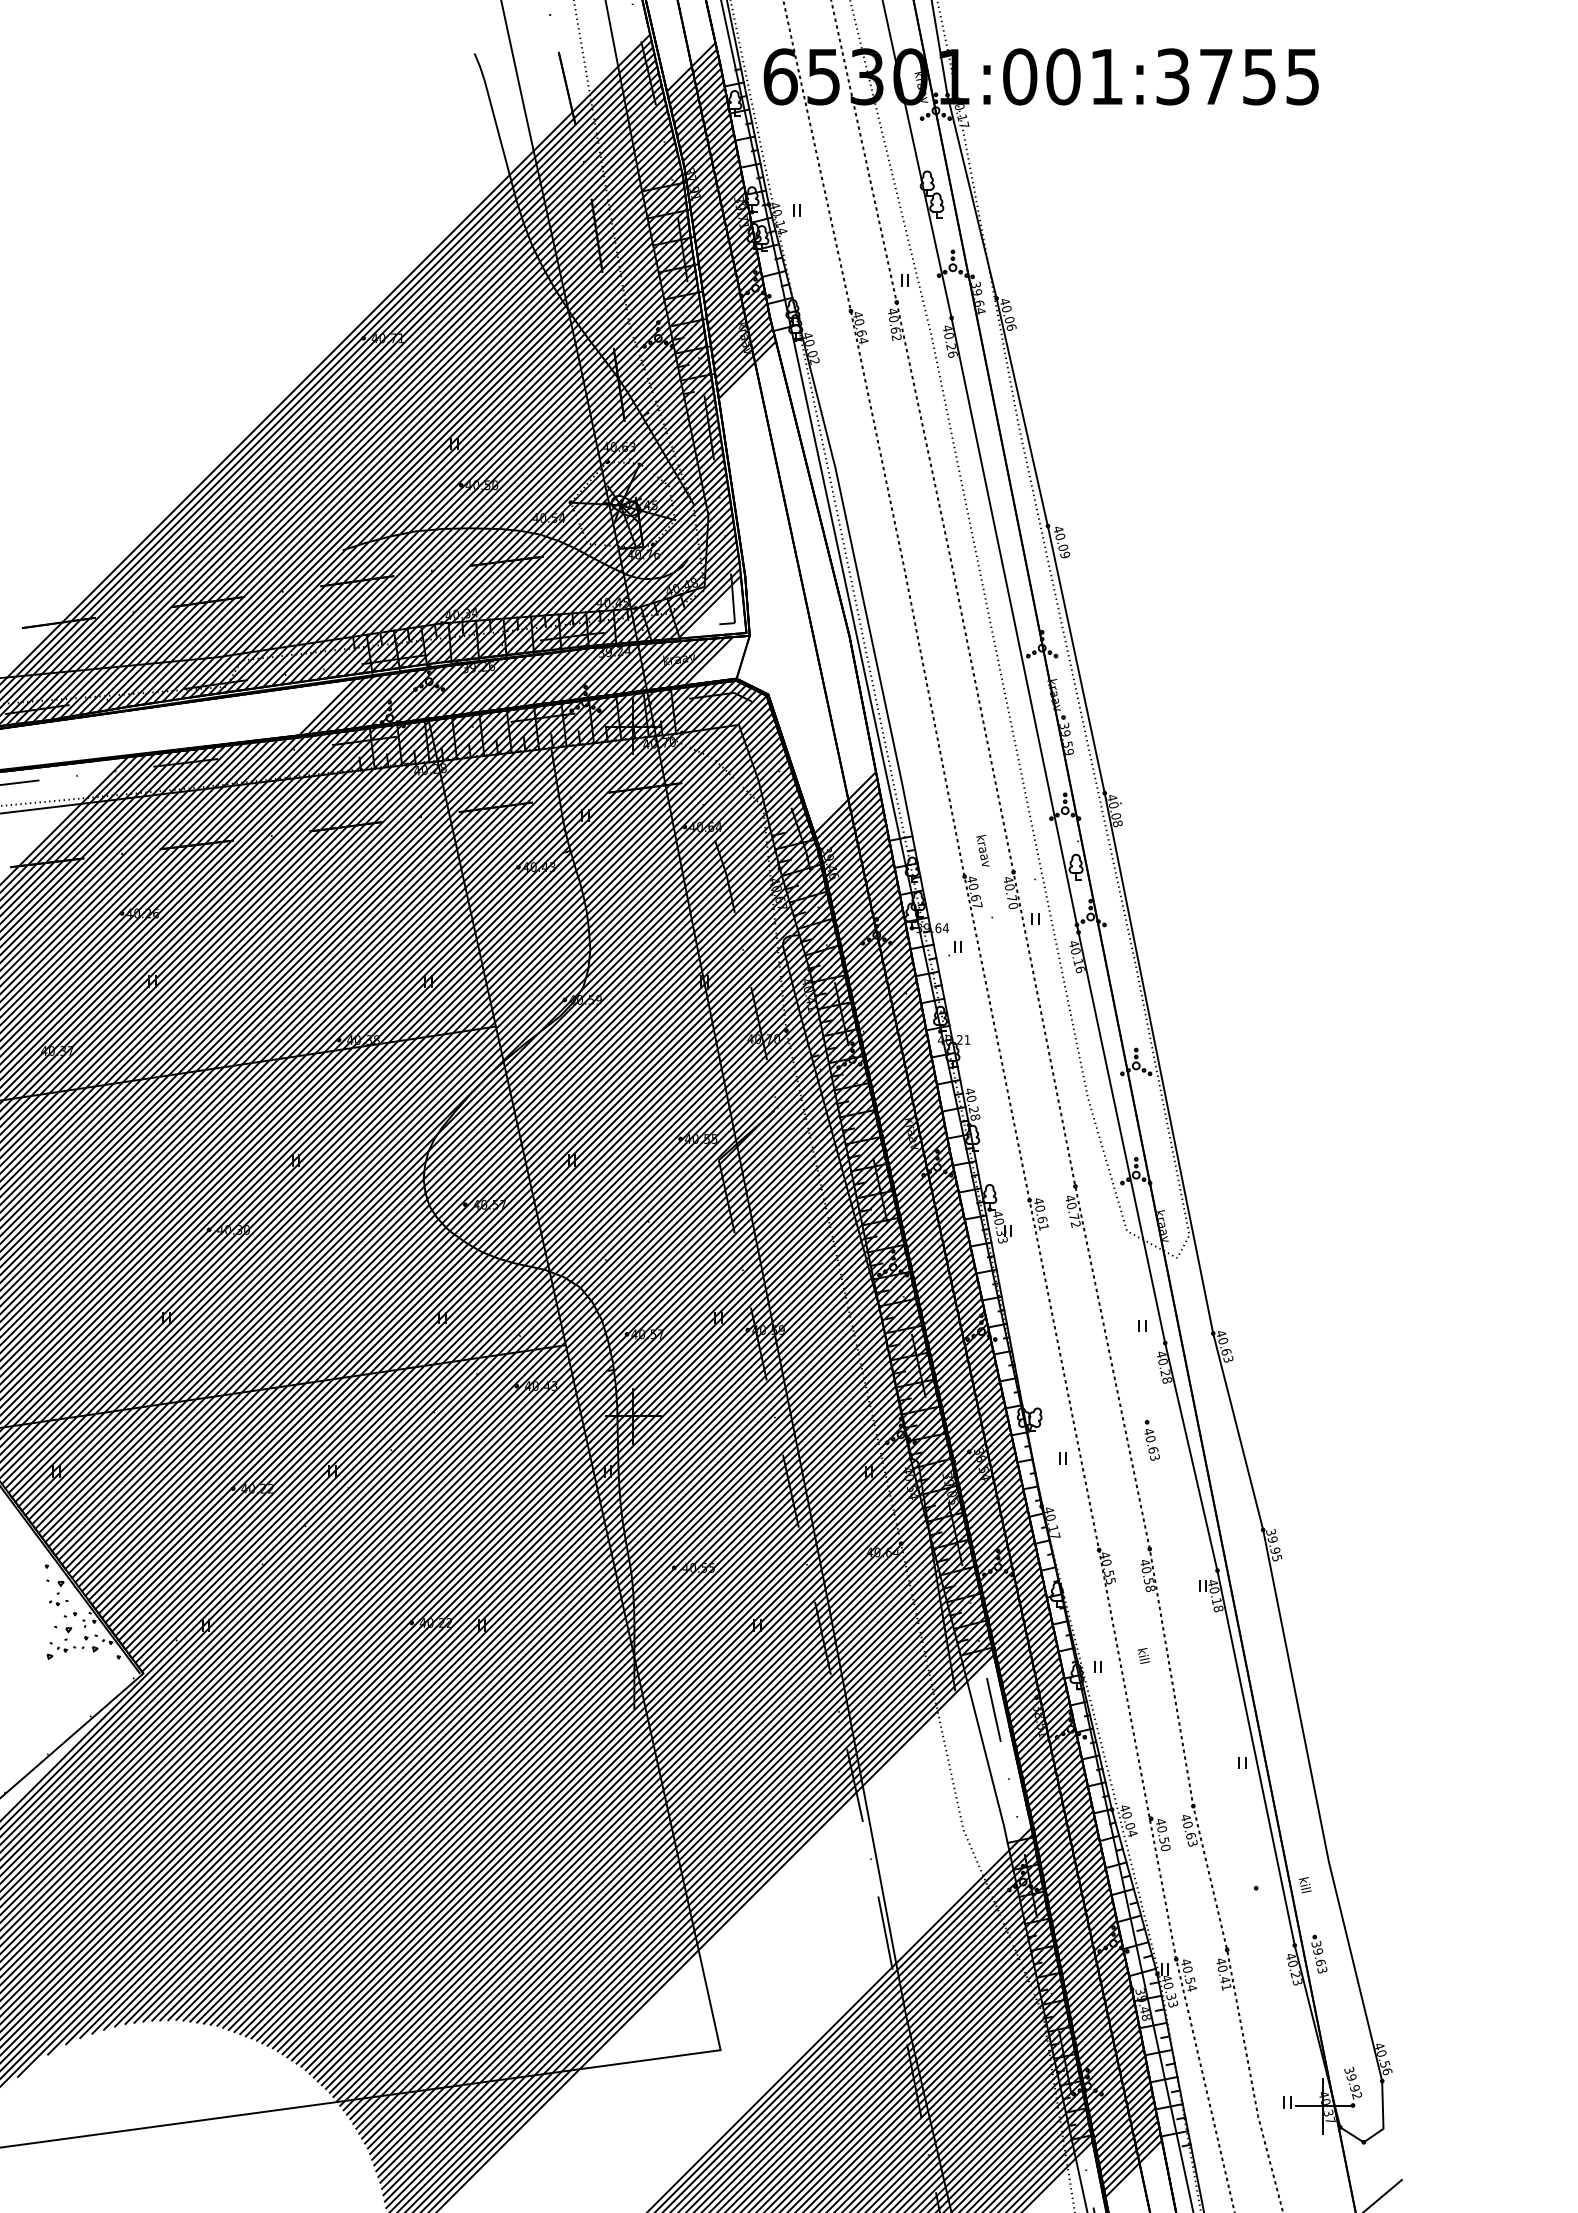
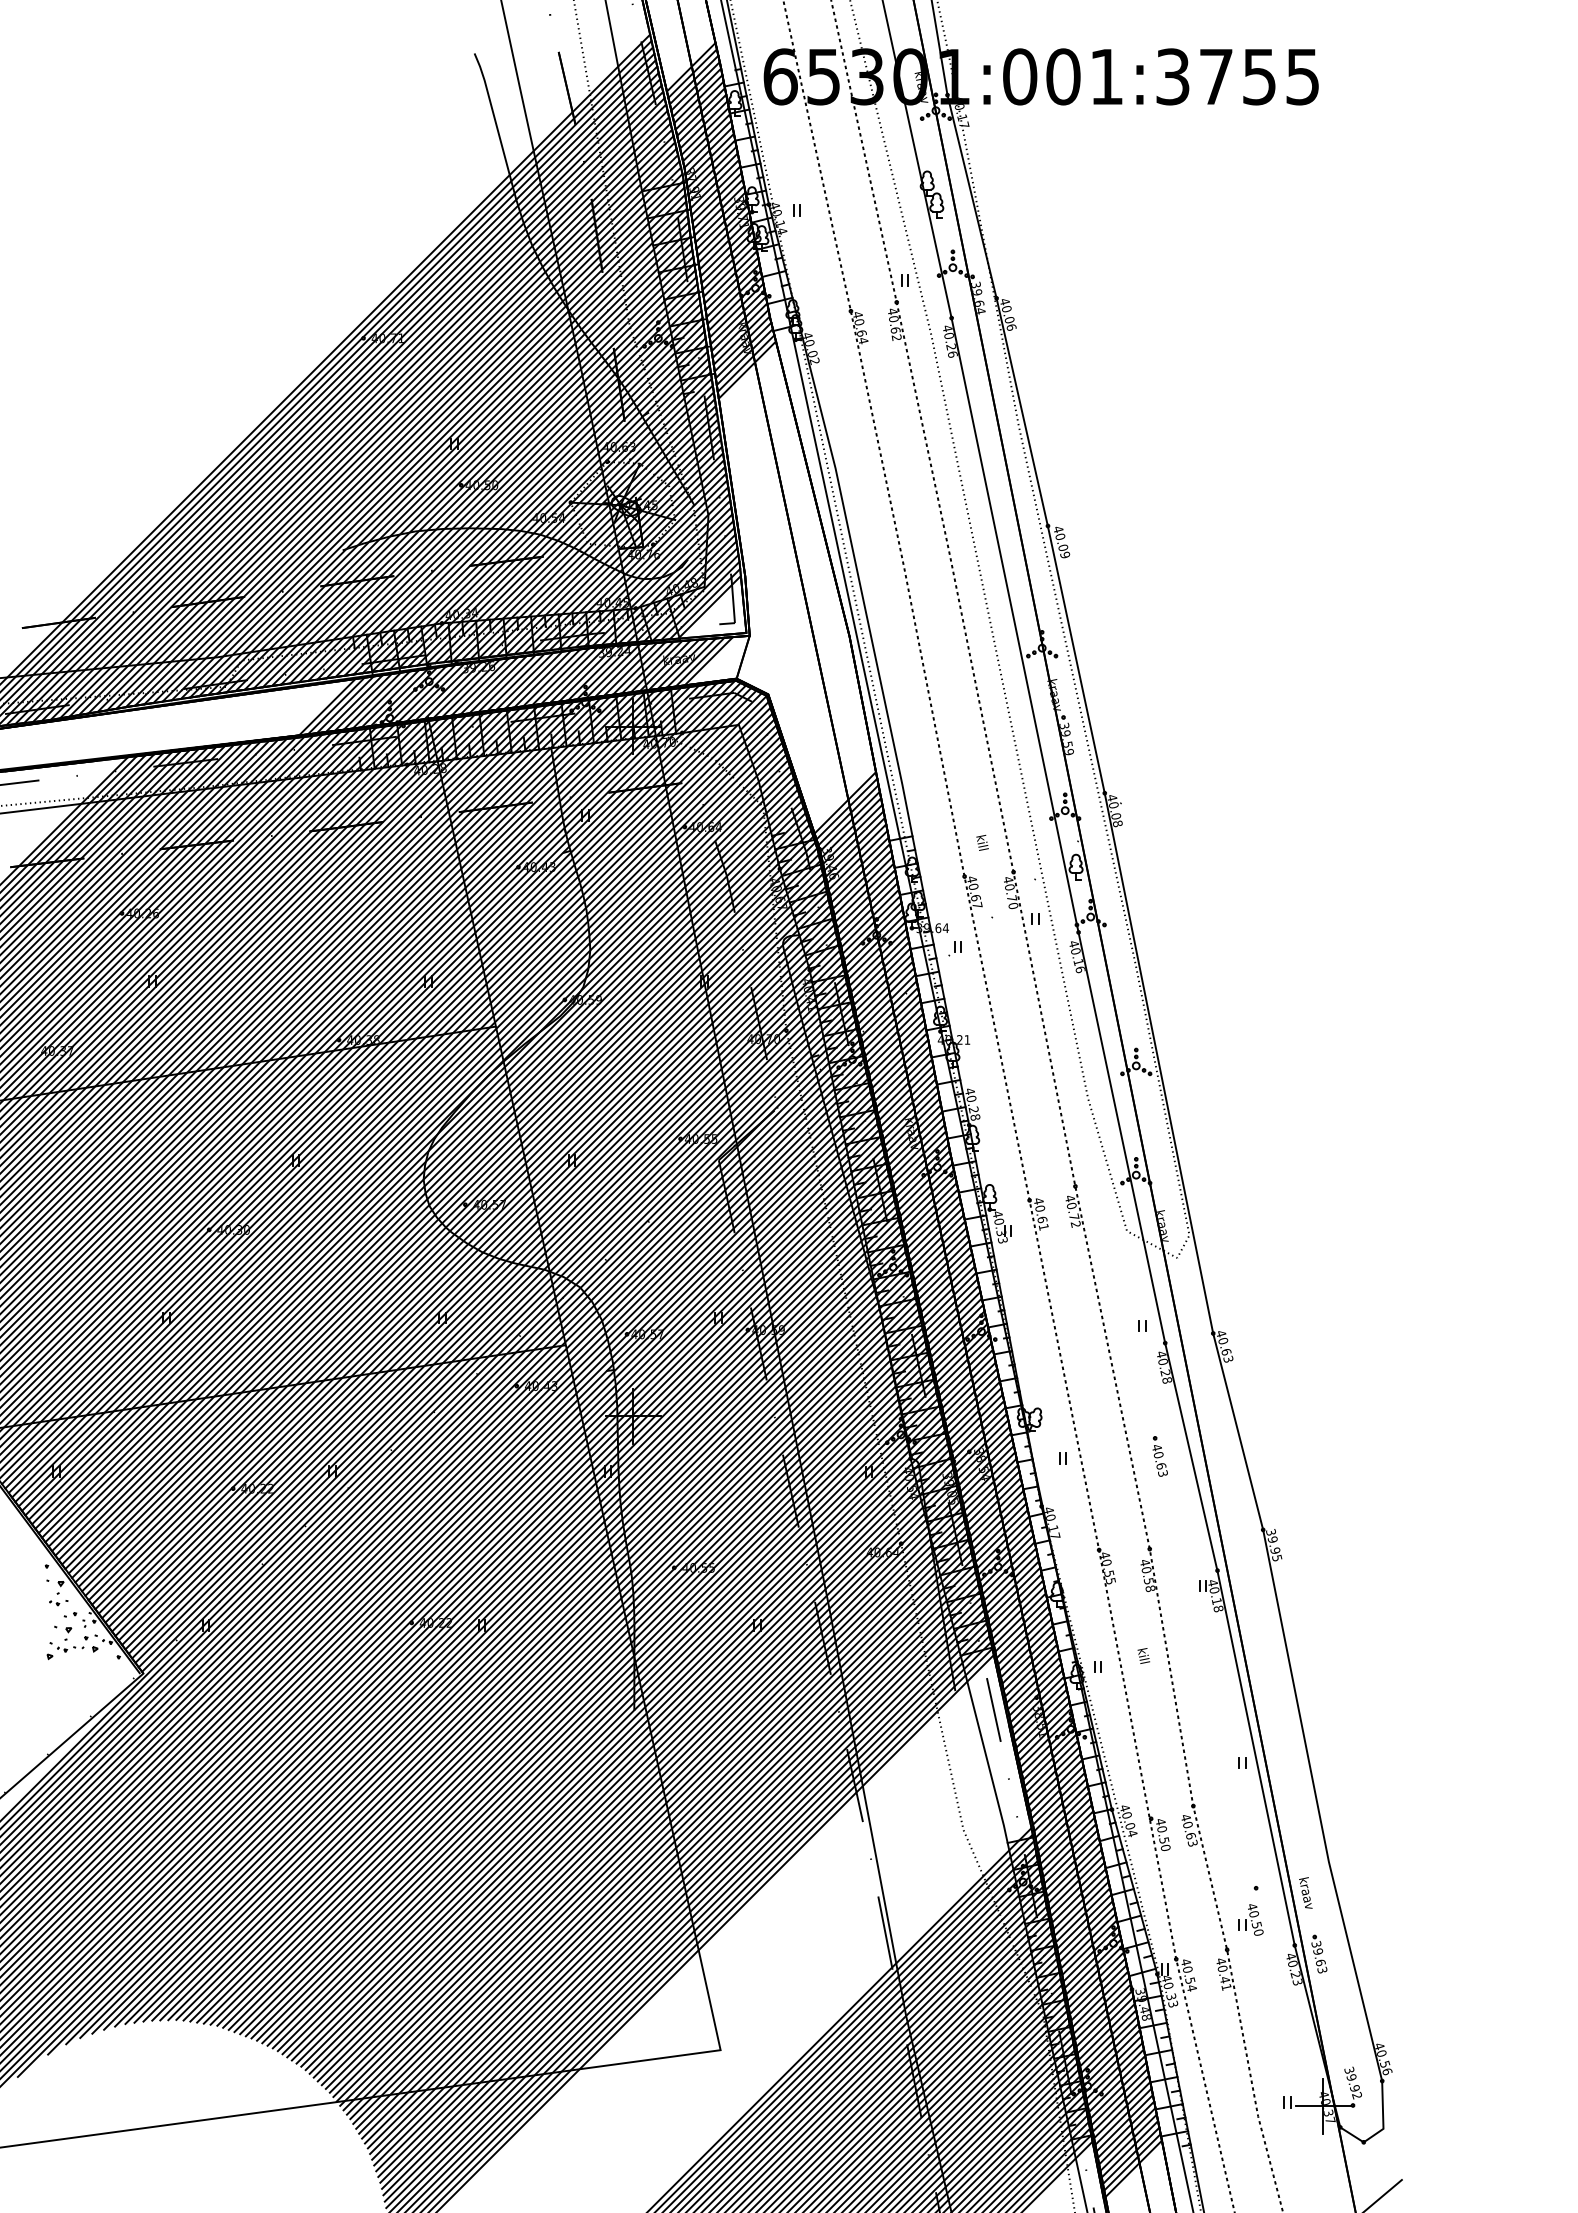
text at (983, 853): kraav -> kill
part at (1151, 1440) position: (1151, 1440) -> (1159, 1456)
text at (1306, 1896): kill -> kraav
part at (1250, 1919): none -> present
